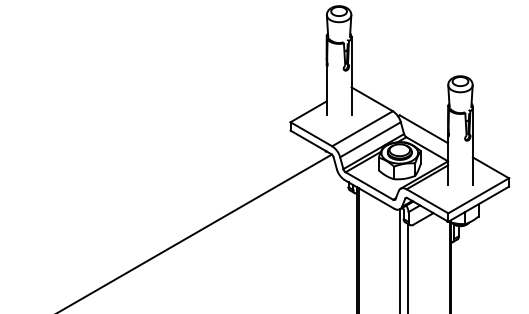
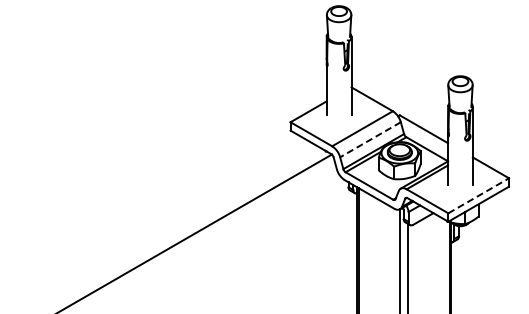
line at (370, 140): solid -> dashed
line at (479, 195): solid -> dashed
